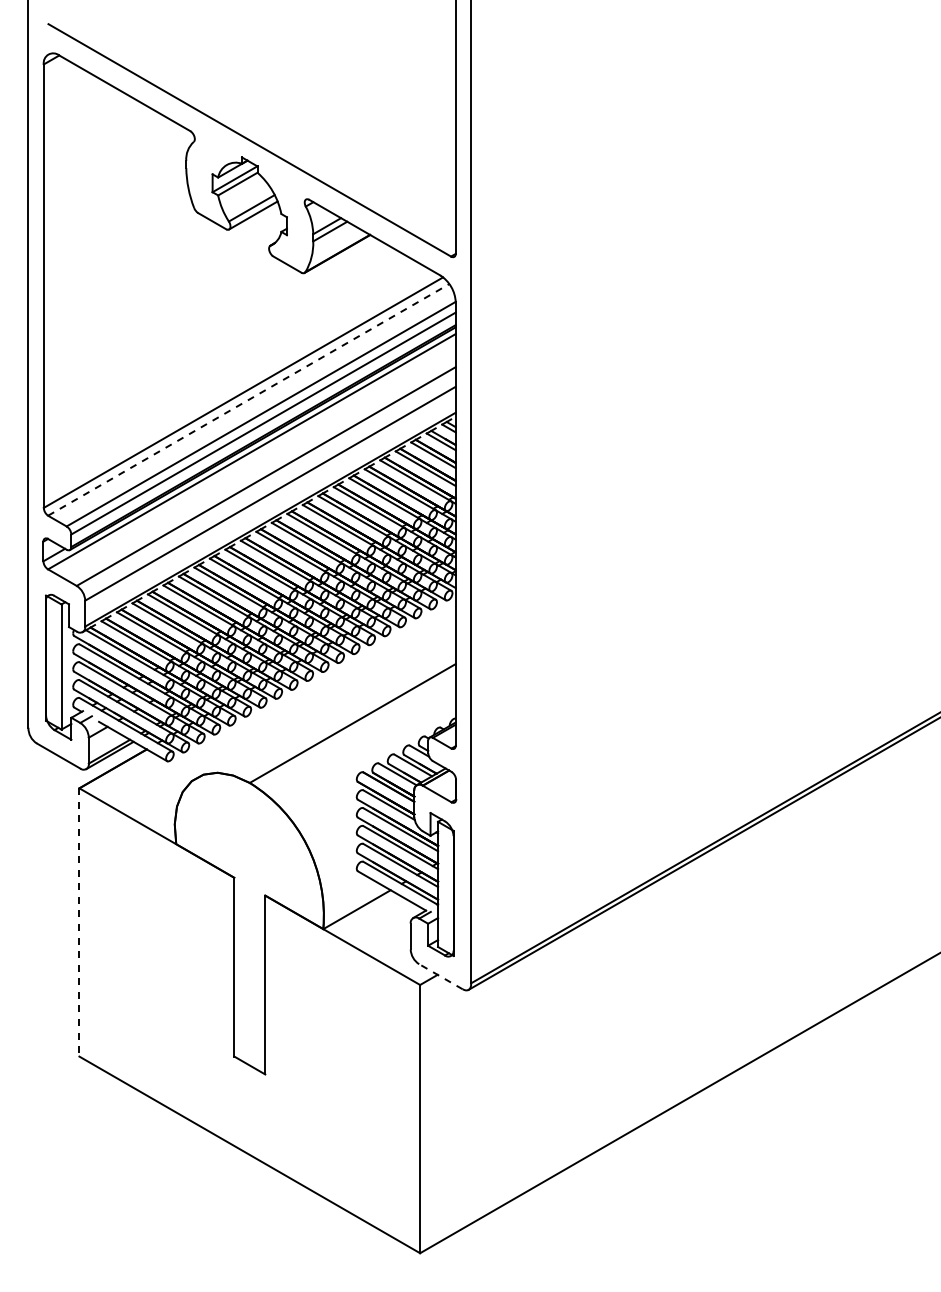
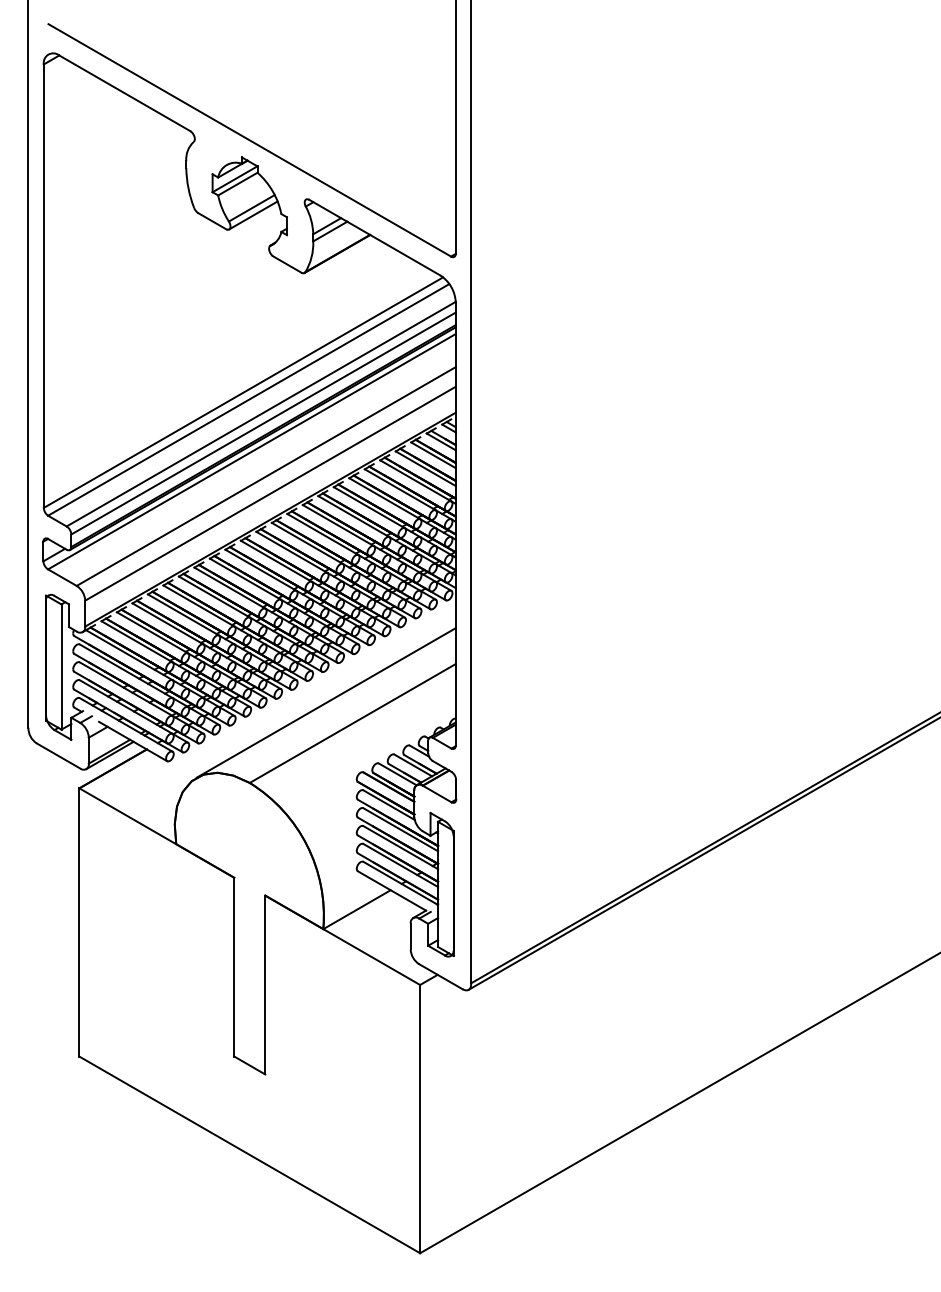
line at (248, 399): dashed -> solid
line at (325, 702): none -> present
line at (79, 922): dashed -> solid
line at (440, 976): dashed -> solid
